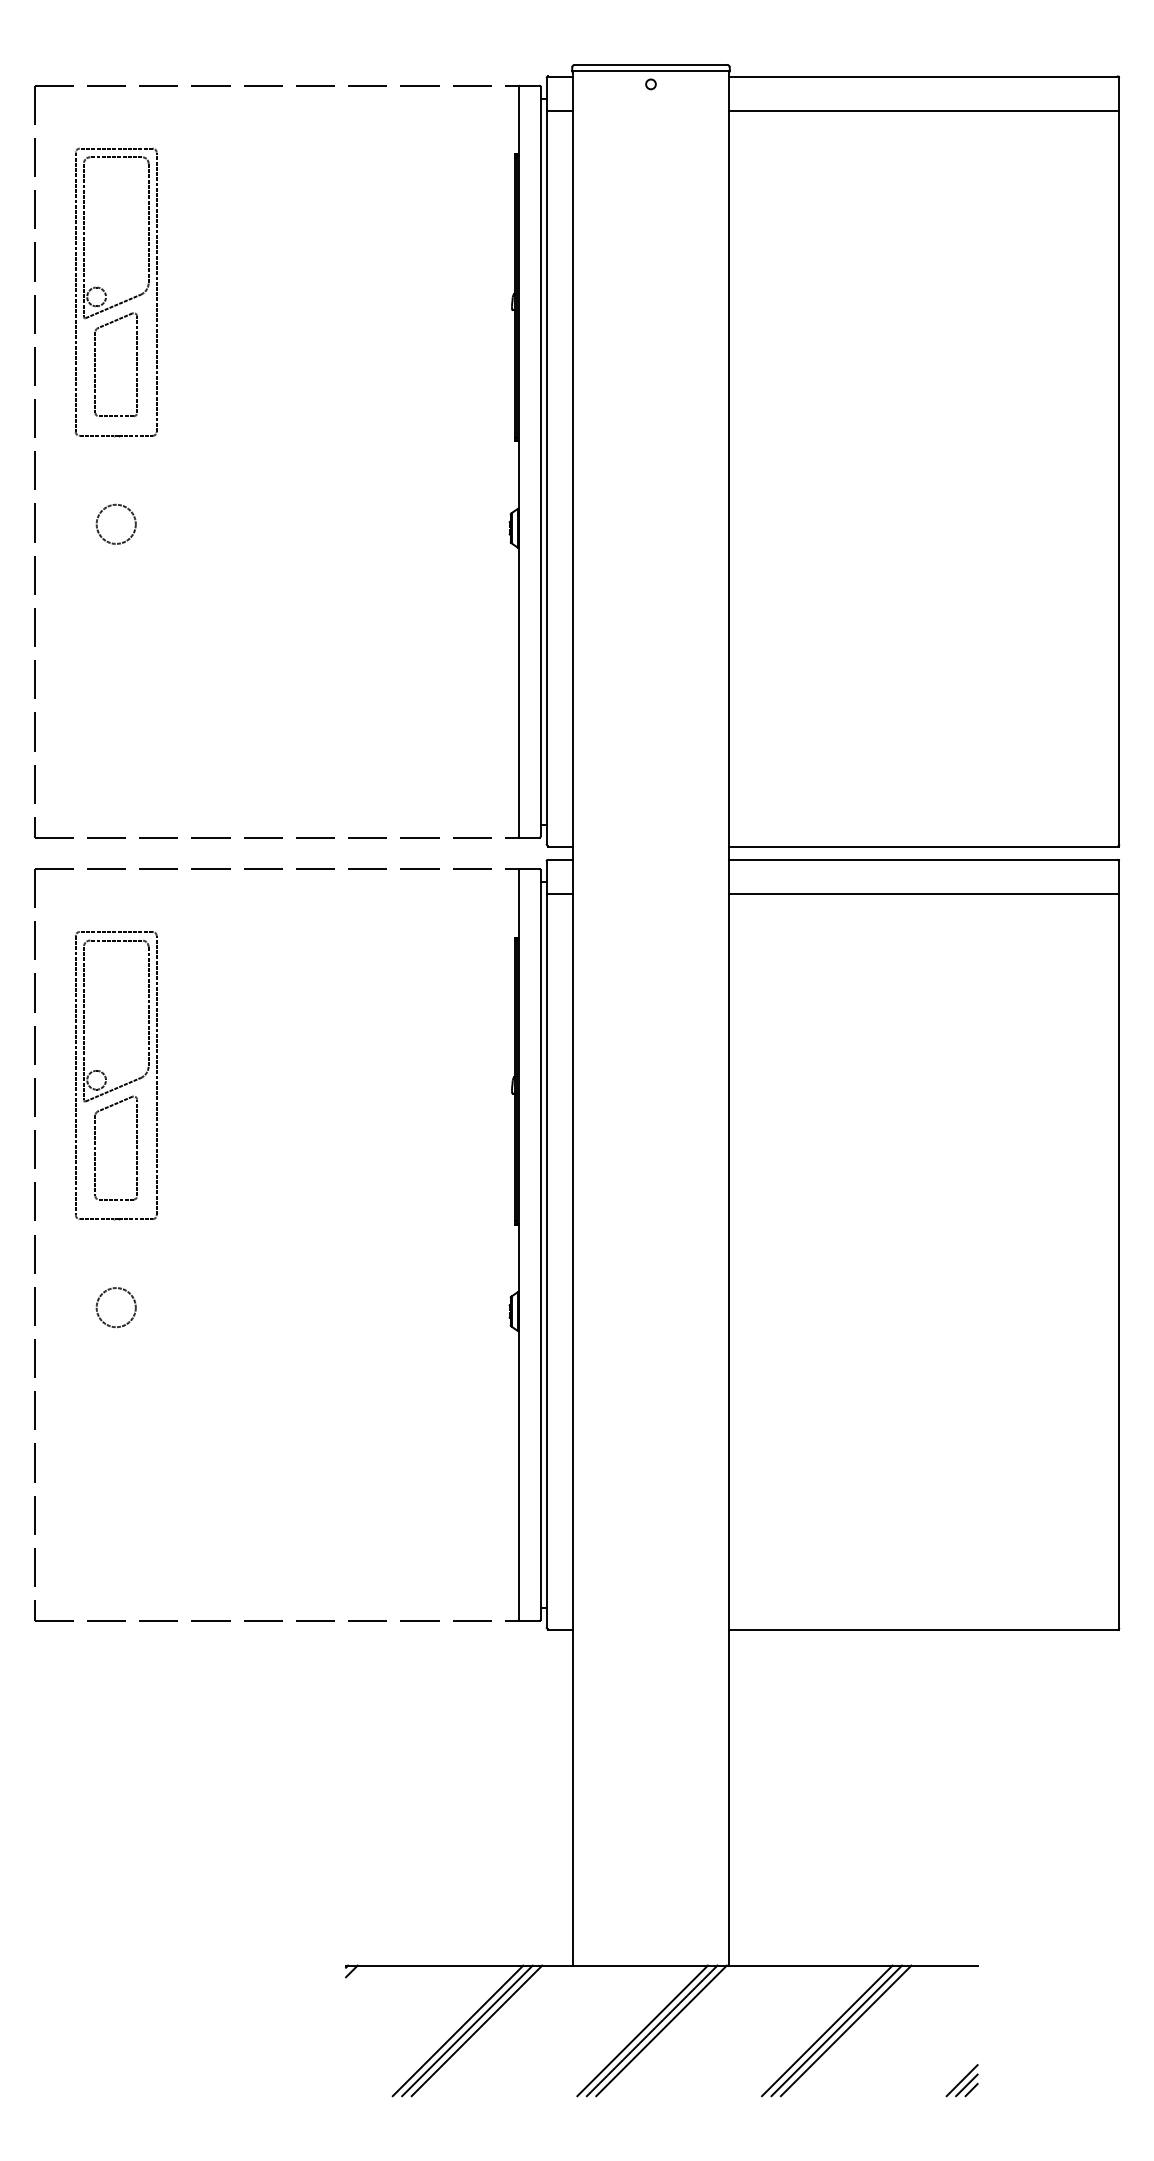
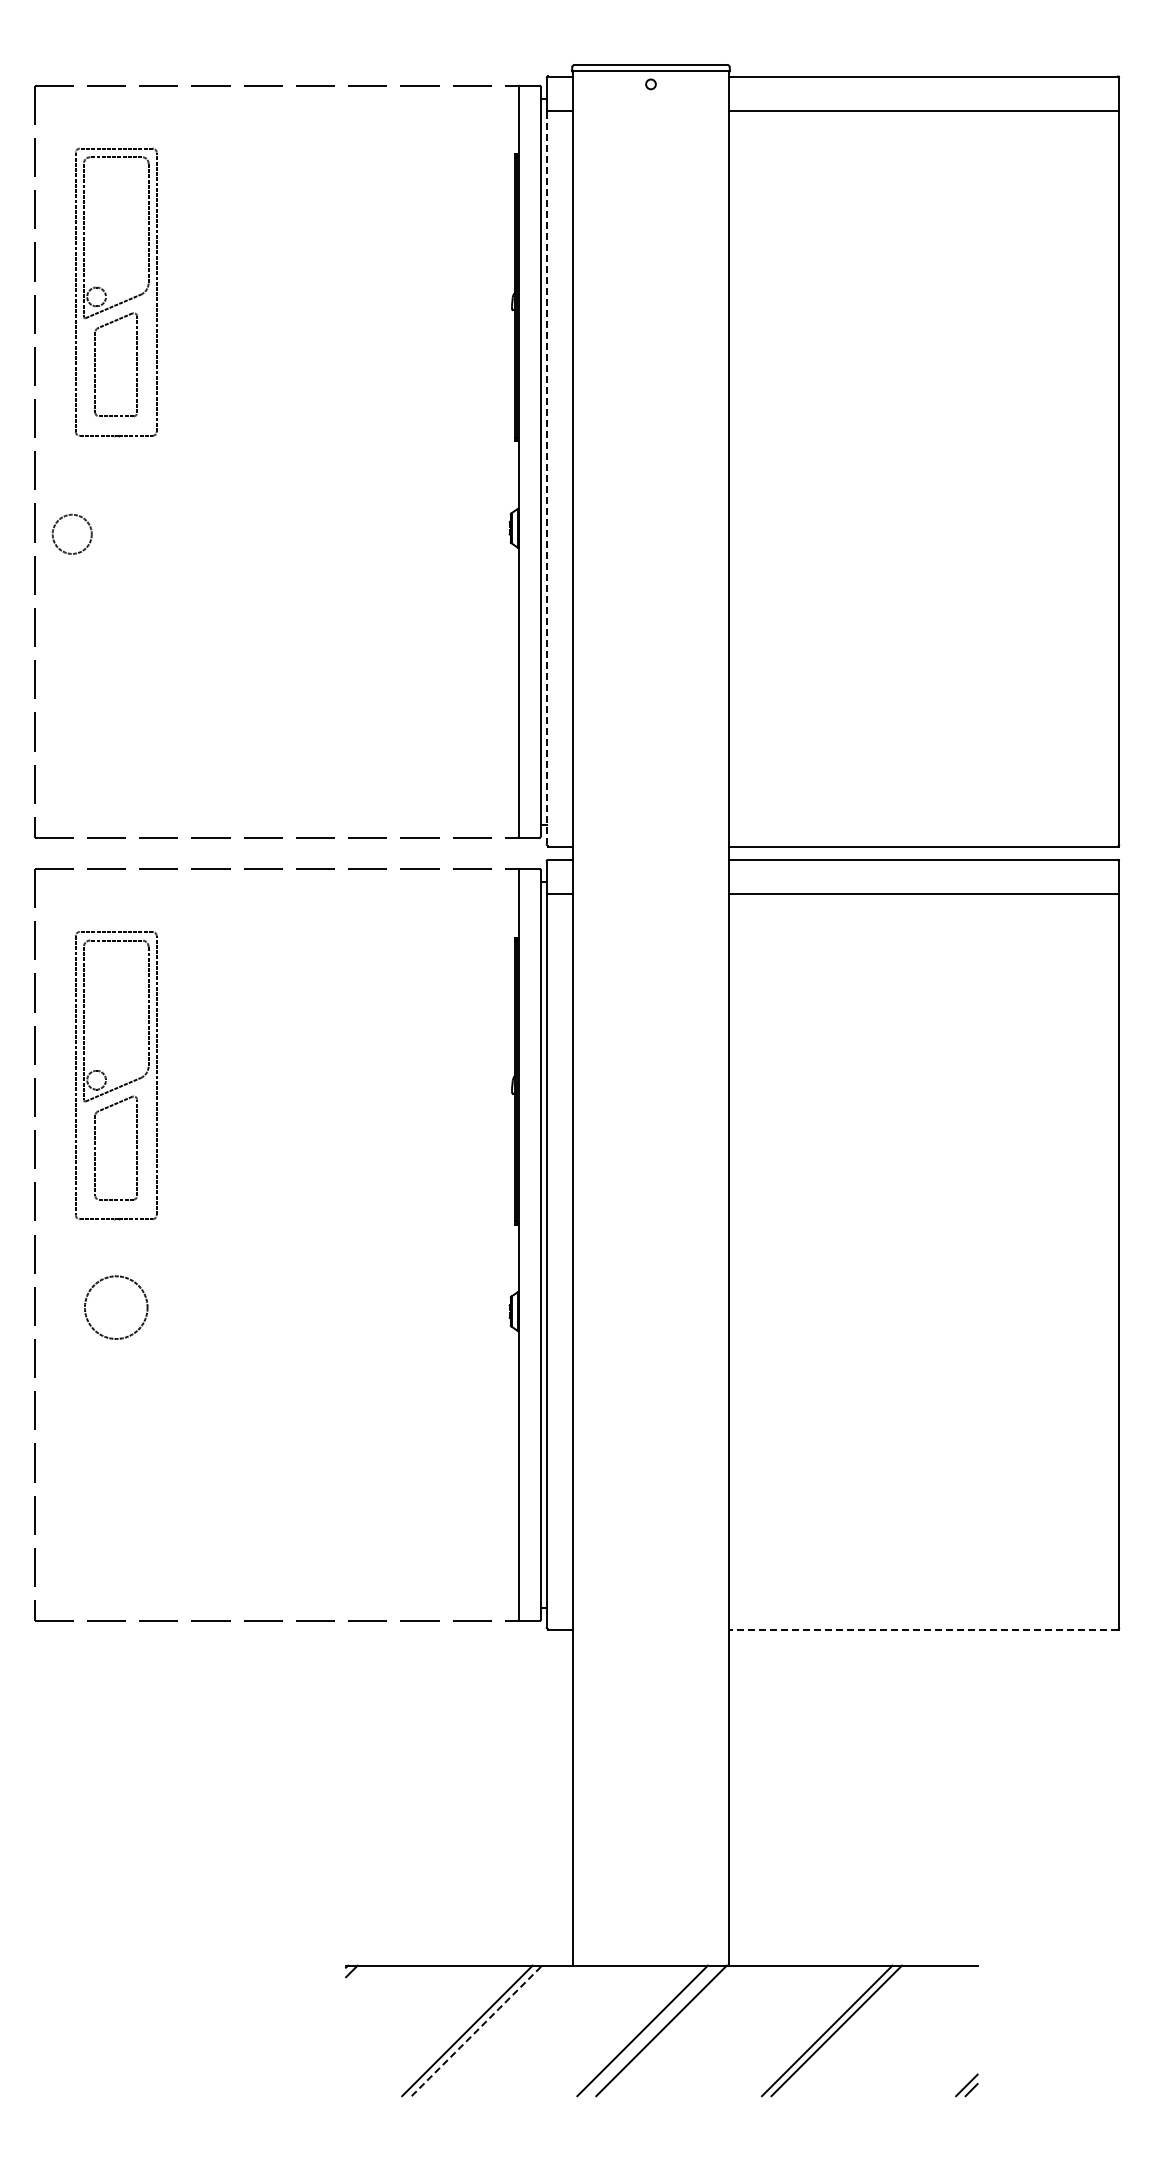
line at (546, 478): solid -> dashed
circle at (115, 523) position: (115, 523) -> (71, 533)
circle at (115, 1307) diameter: 39 px -> 63 px
line at (923, 1630): solid -> dashed
line at (457, 2030): present -> none
line at (477, 2030): solid -> dashed
line at (651, 2030): present -> none
line at (845, 2030): present -> none
line at (961, 2080): present -> none
